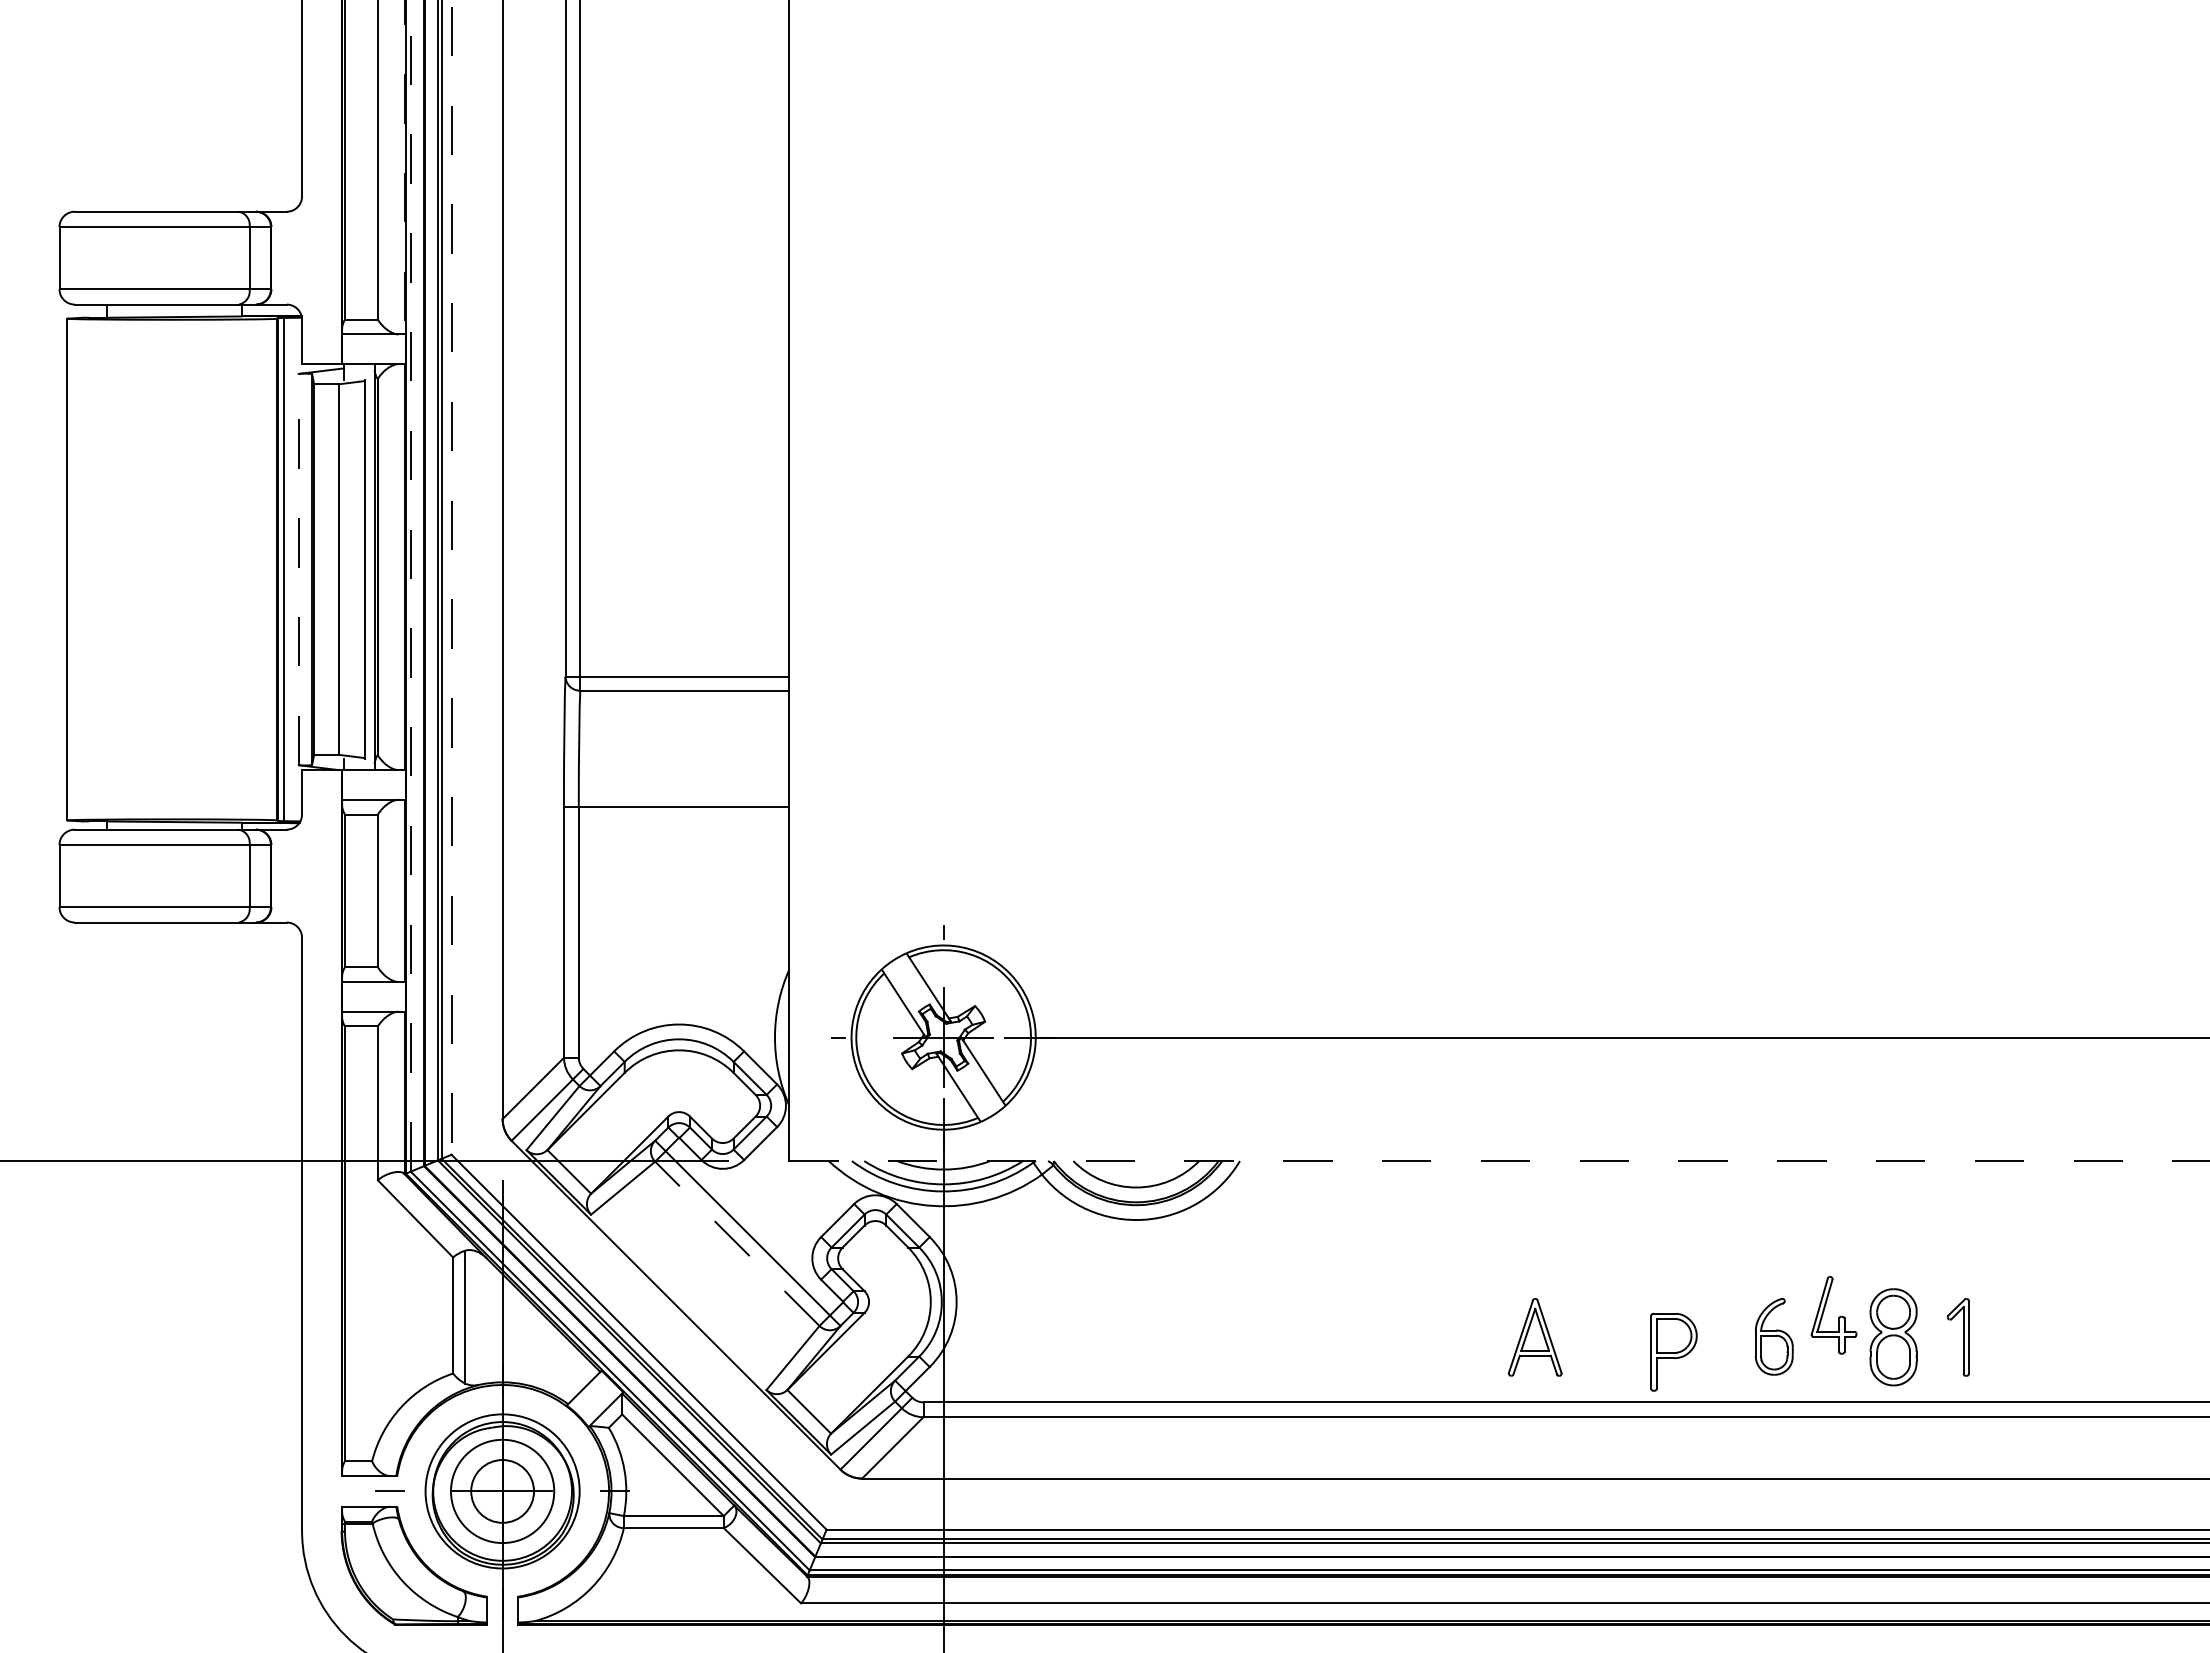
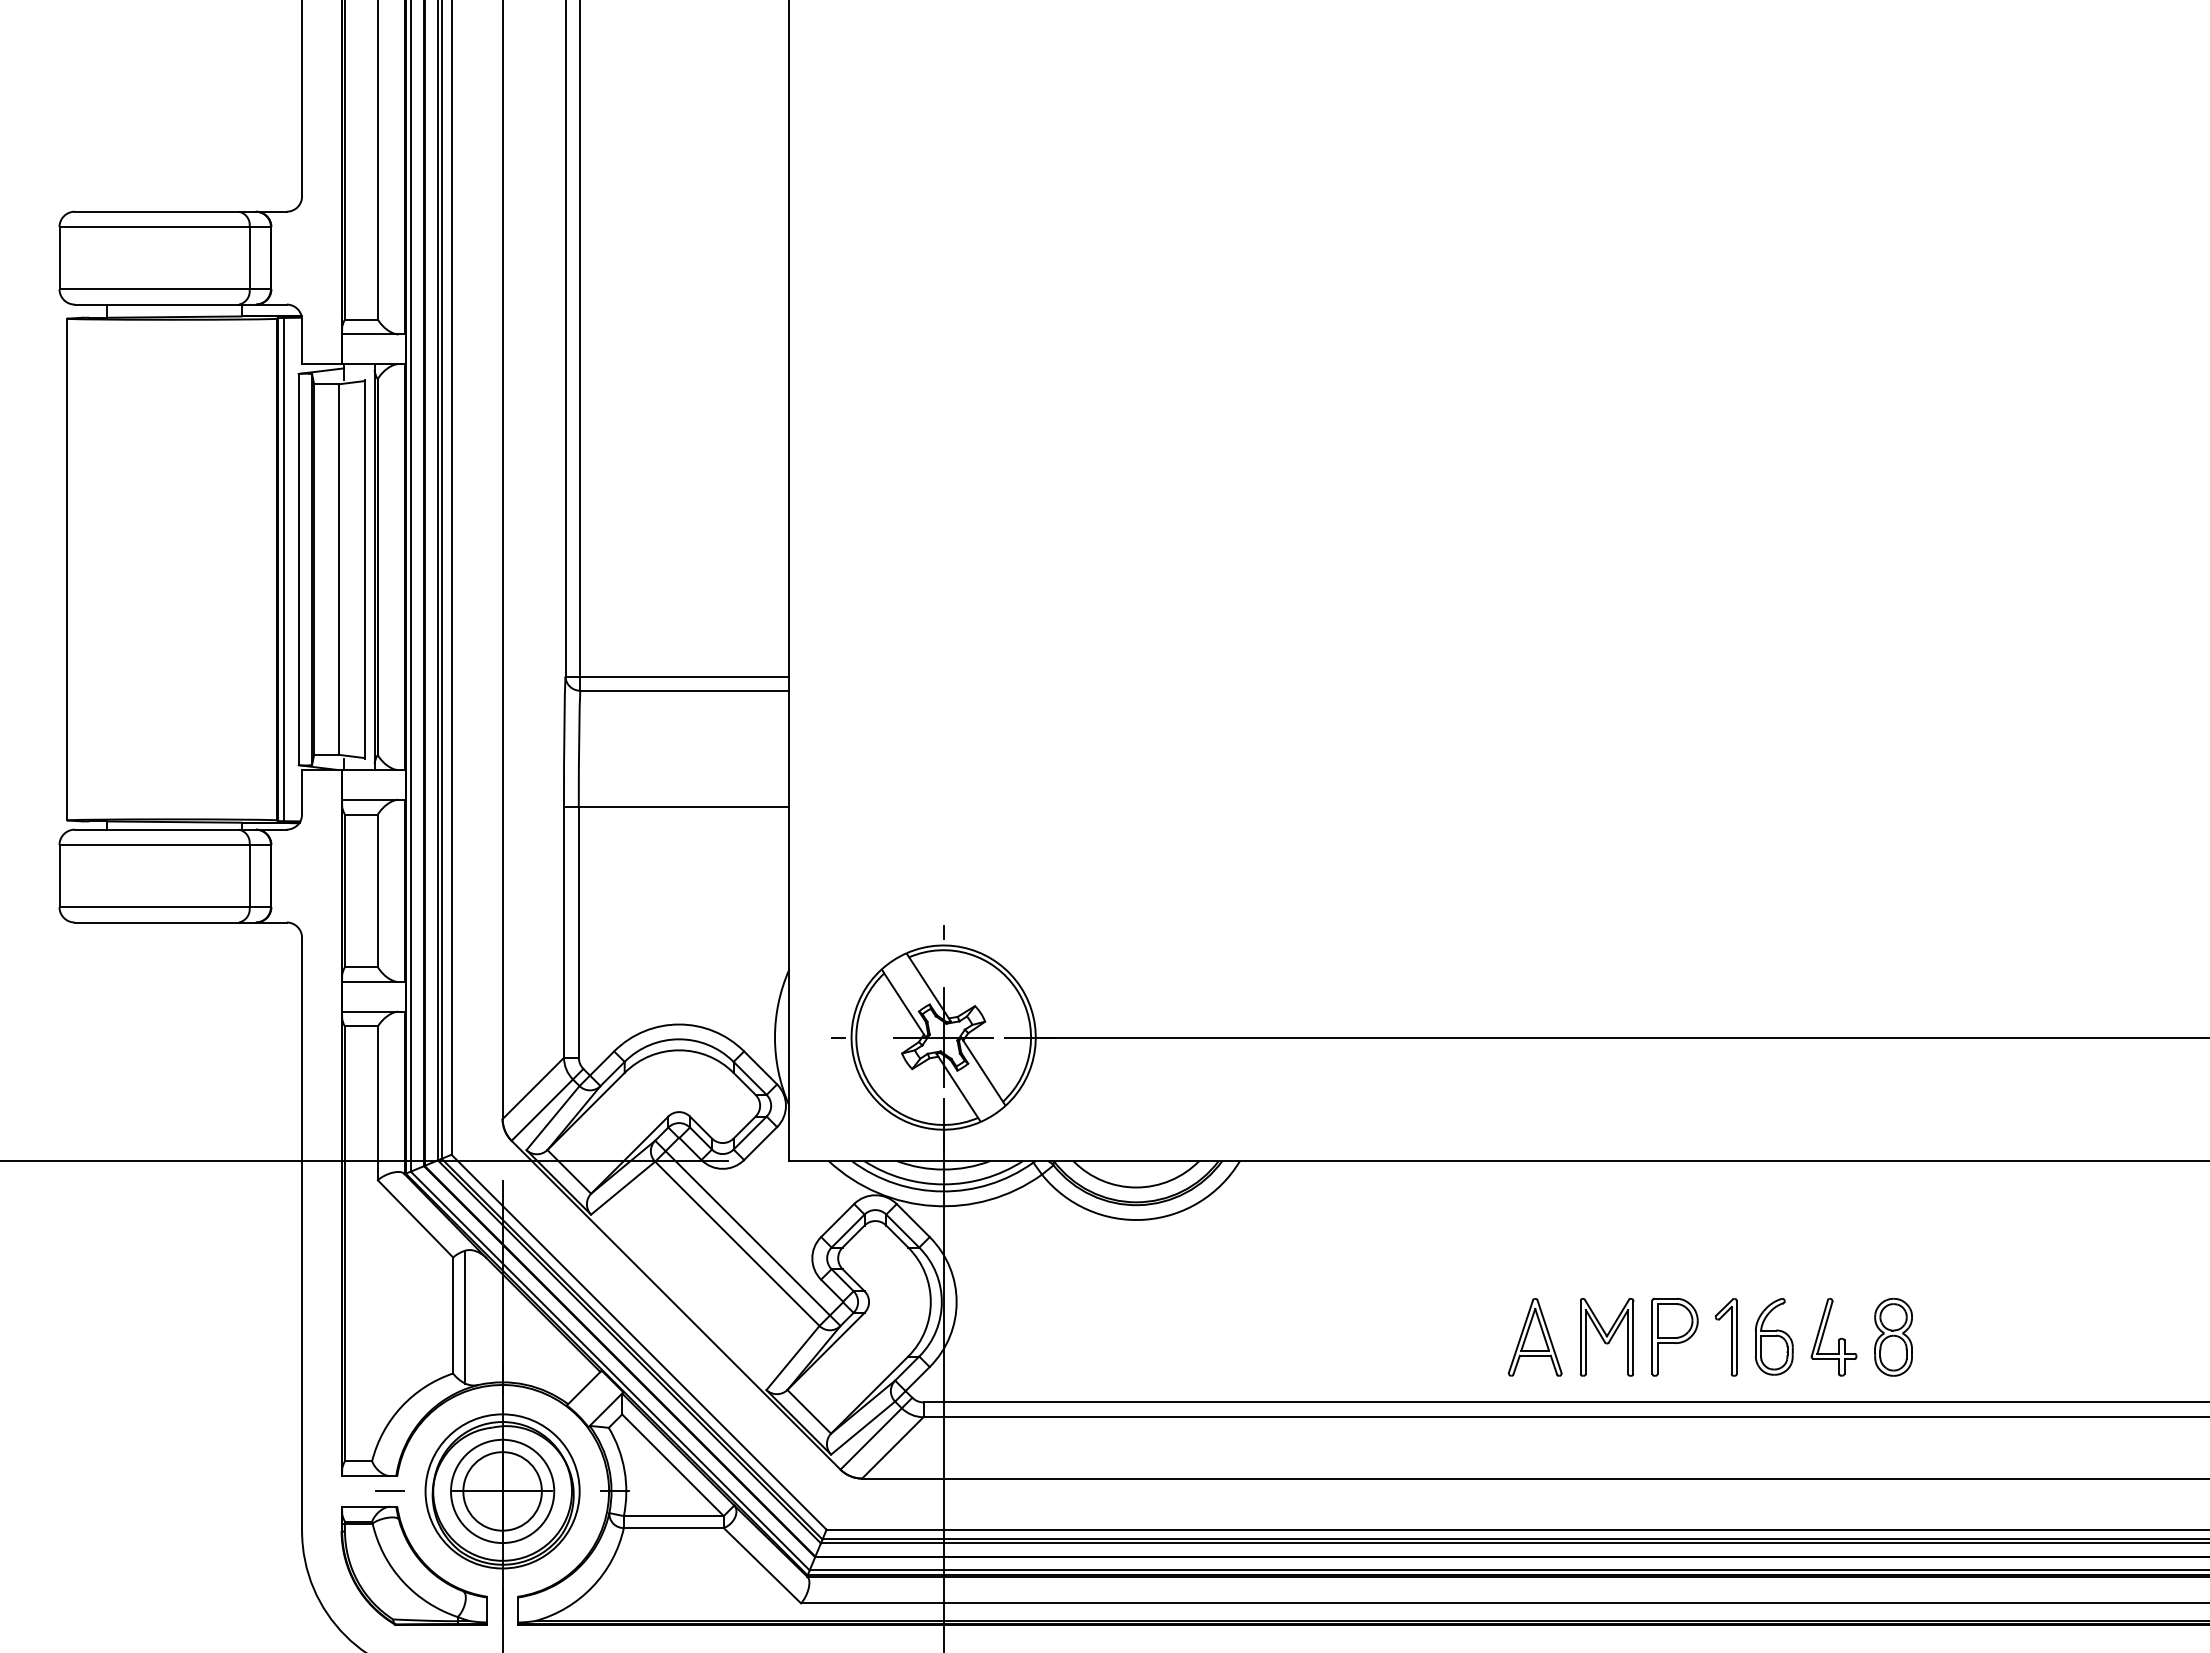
line at (404, 167): dashed -> solid
line at (298, 569): dashed -> solid
line at (451, 577): dashed -> solid
line at (410, 585): dashed -> solid
line at (1499, 1161): dashed -> solid
line at (737, 1243): dashed -> solid
part at (1833, 1315) position: (1833, 1315) -> (1833, 1337)
part at (1606, 1337): none -> present
part at (1893, 1337) size: 49x99 px -> 39x79 px
part at (1957, 1337) position: (1957, 1337) -> (1725, 1337)
part at (1673, 1351) position: (1673, 1351) -> (1674, 1336)
circle at (502, 1491) diameter: 63 px -> 79 px
